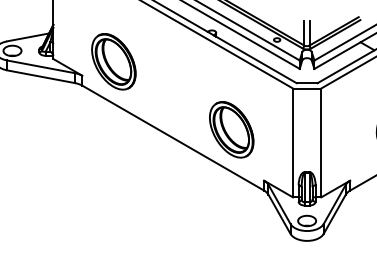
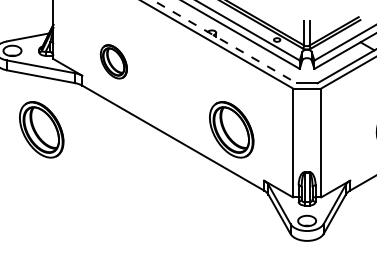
line at (225, 41): solid -> dashed
part at (113, 61) size: 46x58 px -> 29x36 px
part at (41, 129): none -> present
